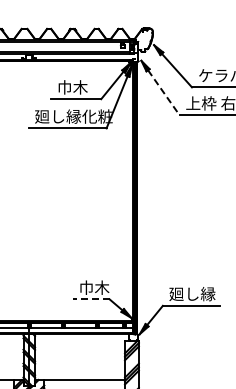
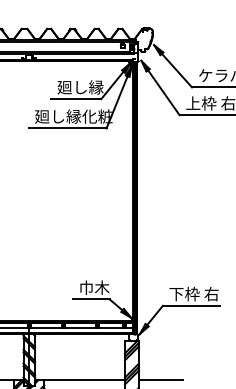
text at (80, 87): 巾木 -> 廻し縁
line at (164, 93): dashed -> solid
text at (193, 293): 廻し縁 -> 下枠 右
line at (91, 299): dashed -> solid
line at (160, 379): none -> present
